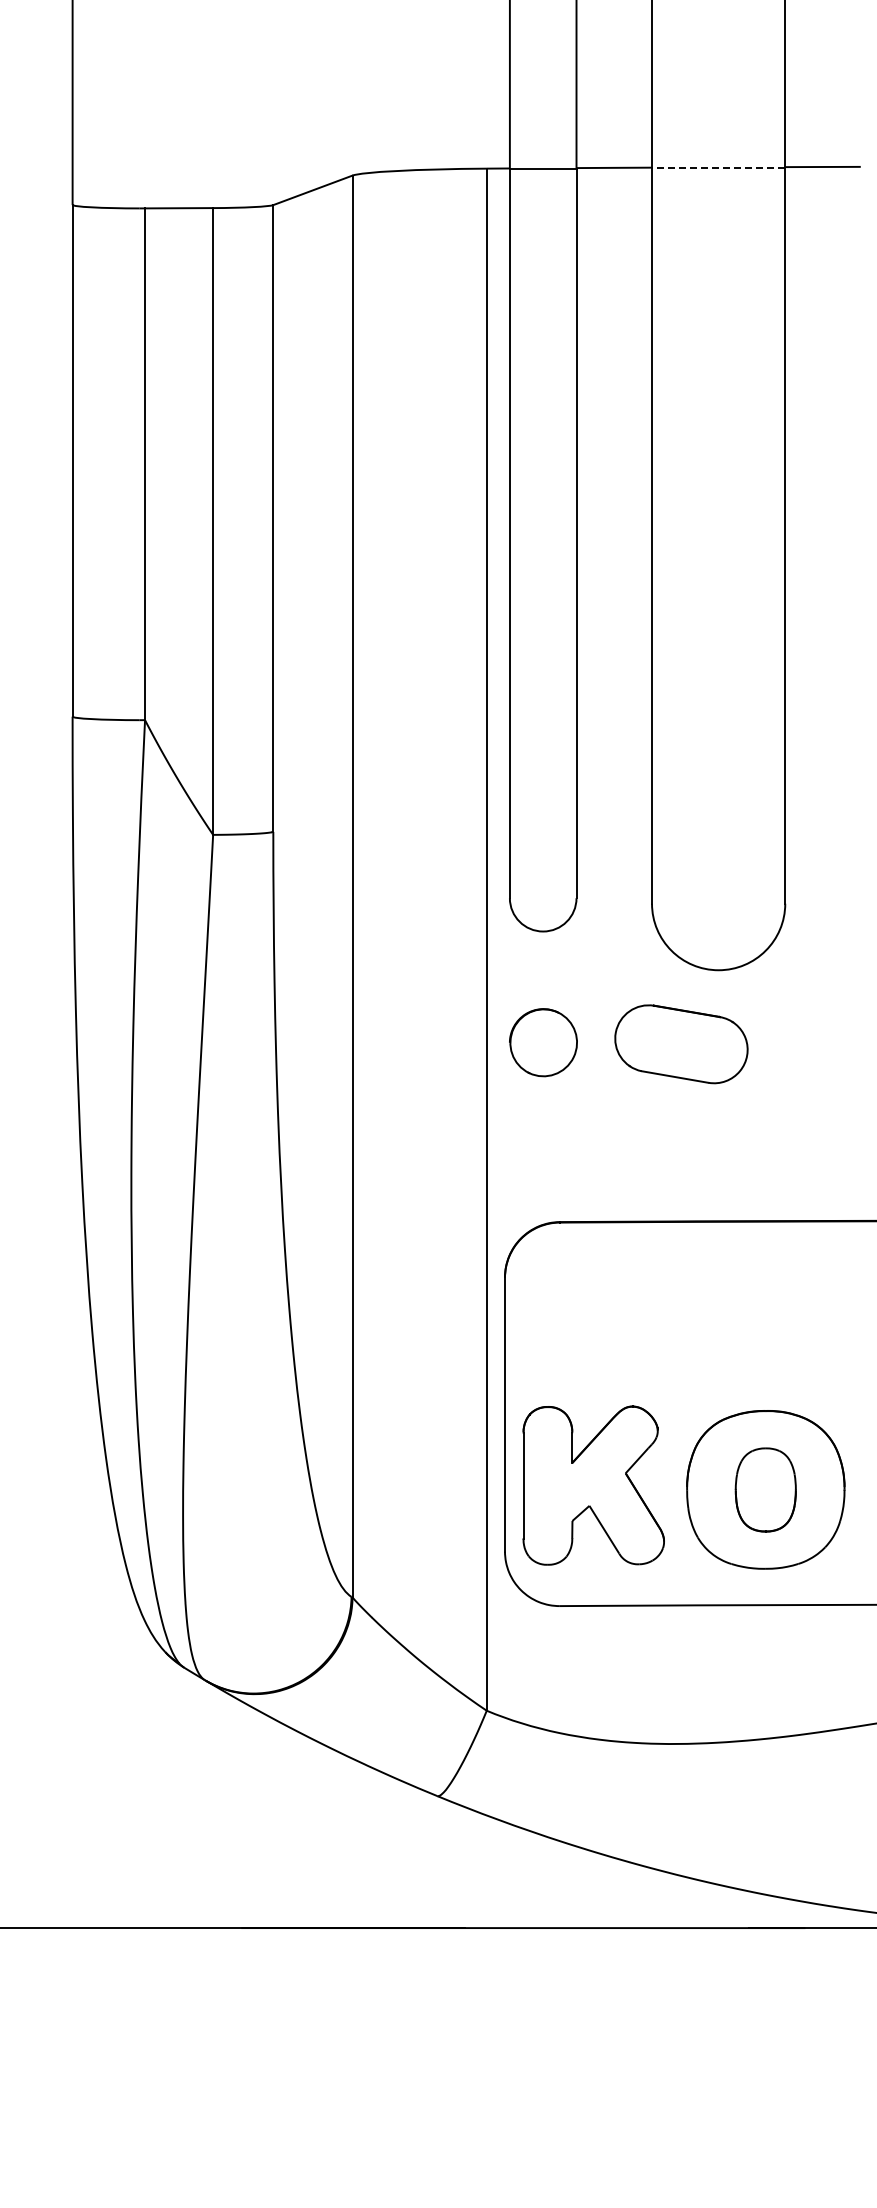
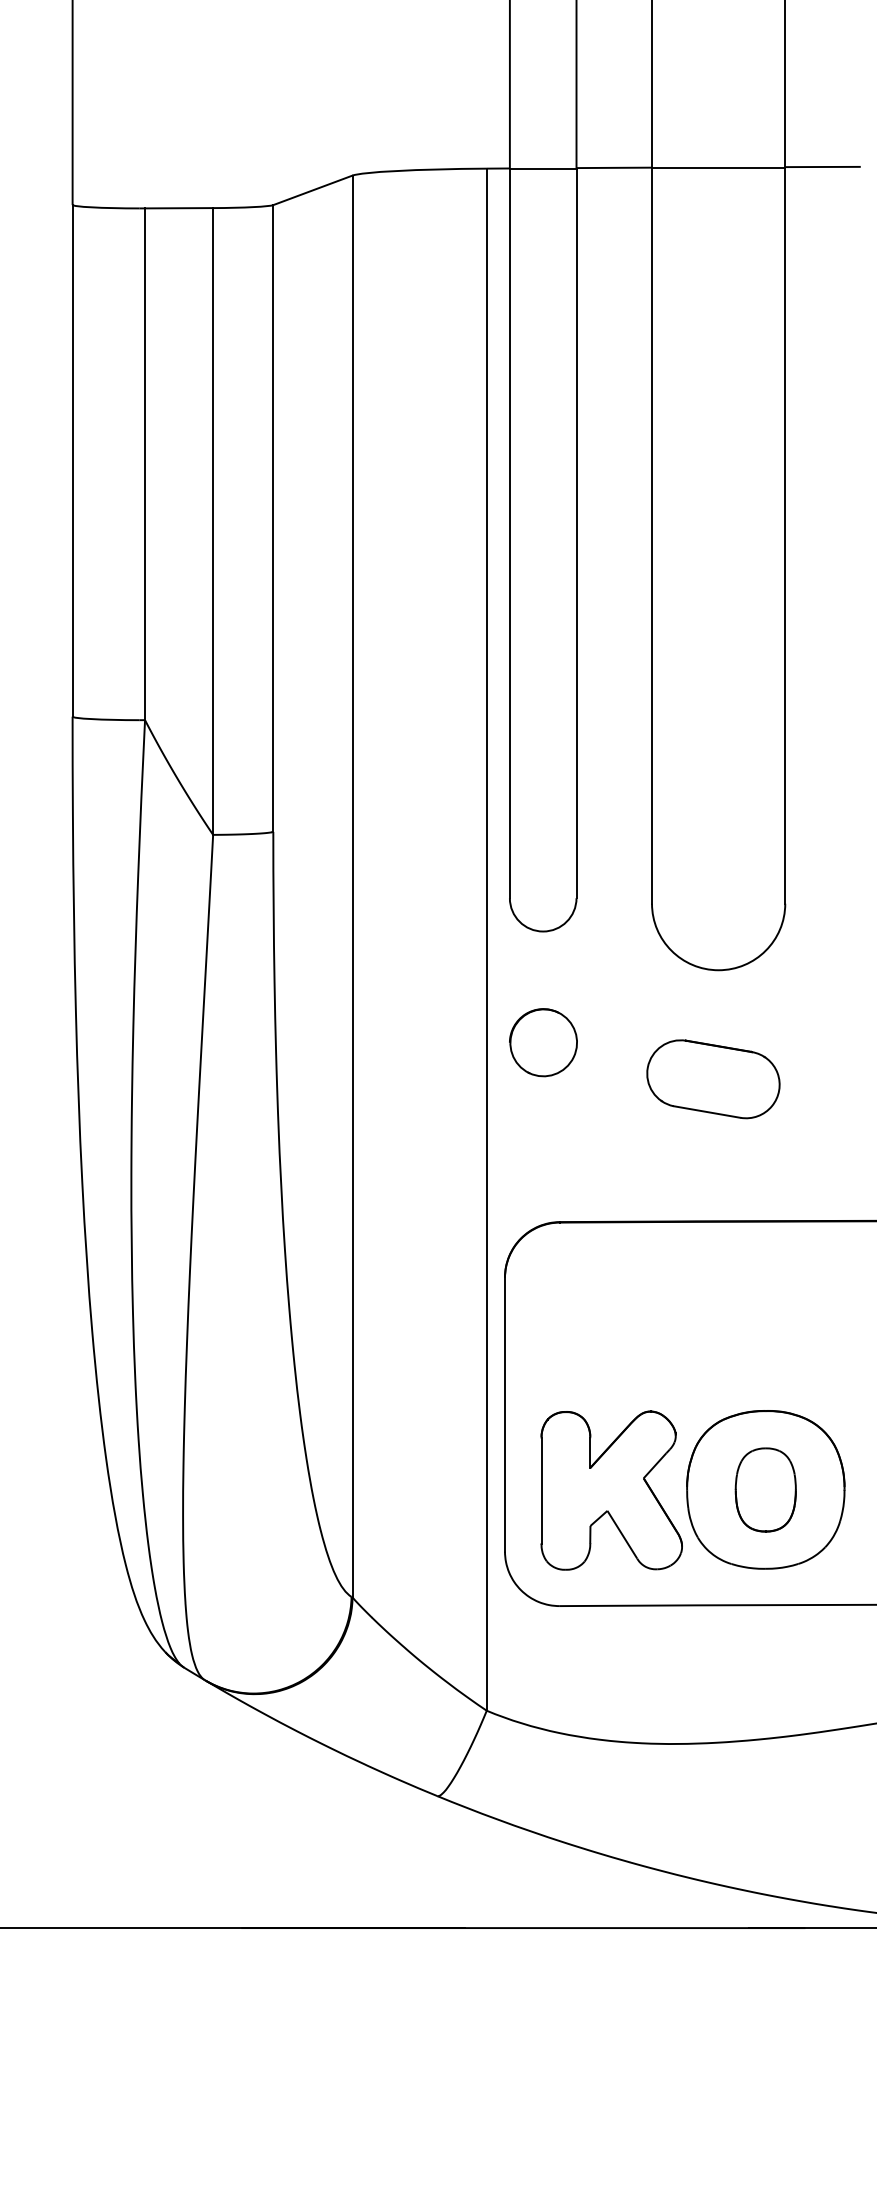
line at (718, 167): dashed -> solid
part at (681, 1044) position: (681, 1044) -> (713, 1079)
part at (593, 1485) position: (593, 1485) -> (611, 1490)
